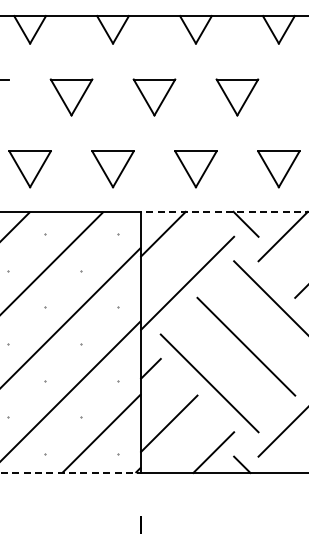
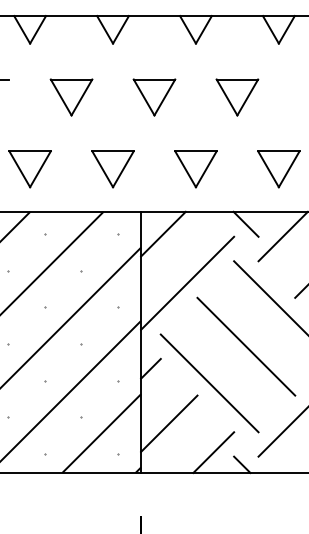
line at (225, 211): dashed -> solid
line at (71, 473): dashed -> solid
